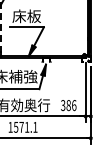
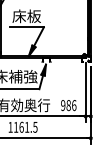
line at (0, 26): dashed -> solid
text at (63, 105): 386 -> 986
text at (25, 126): 1571.1 -> 1161.5
